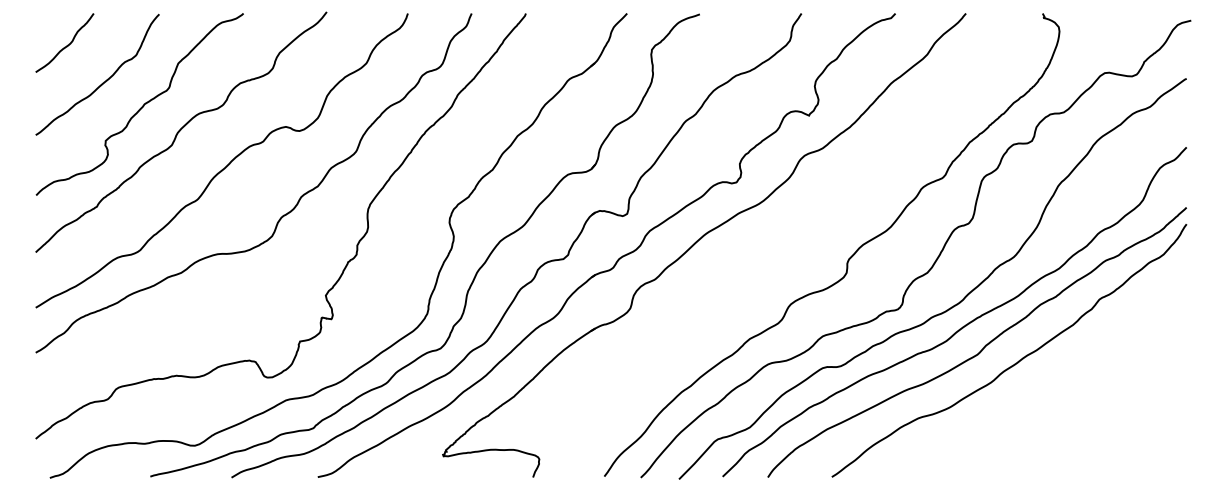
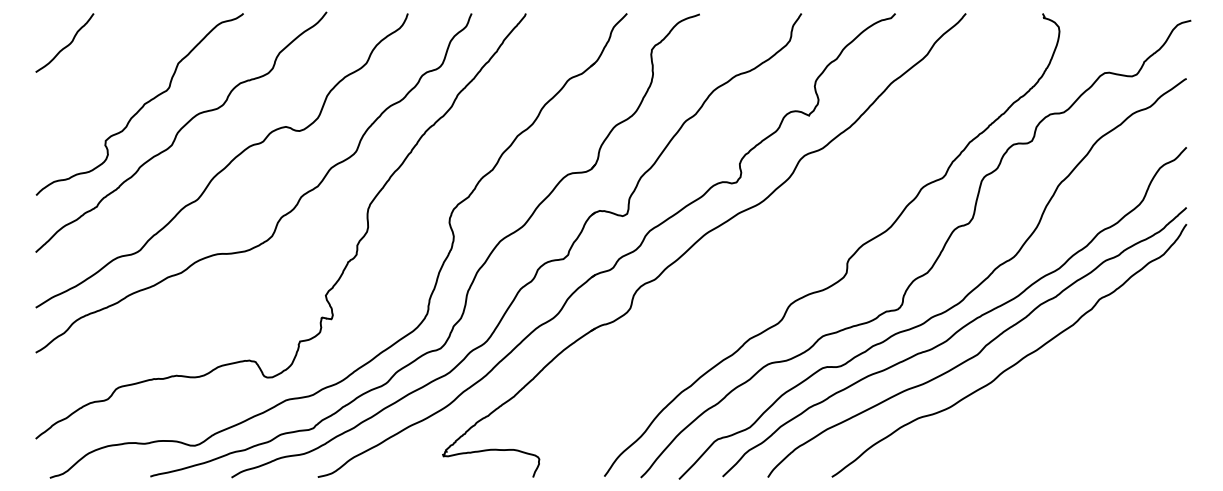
curve at (102, 82): present -> none
